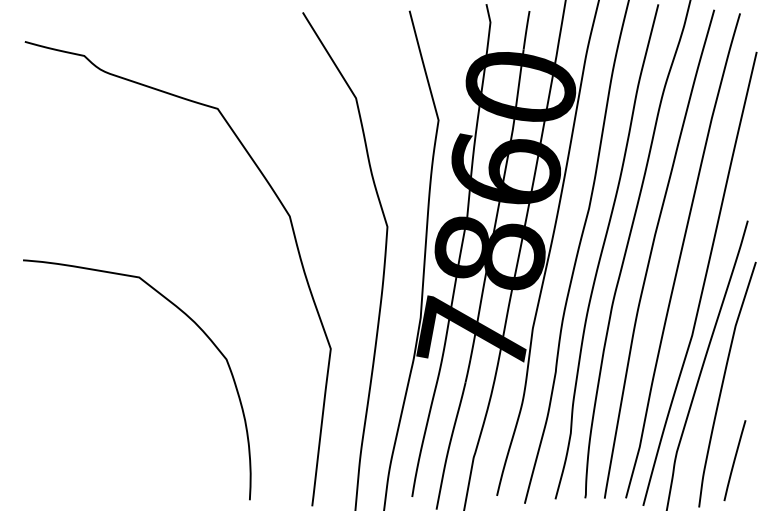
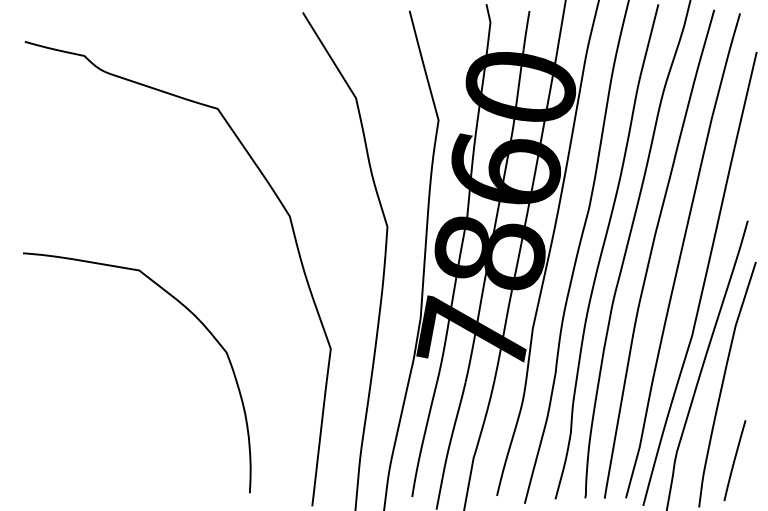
curve at (187, 317) position: (187, 317) -> (187, 310)
